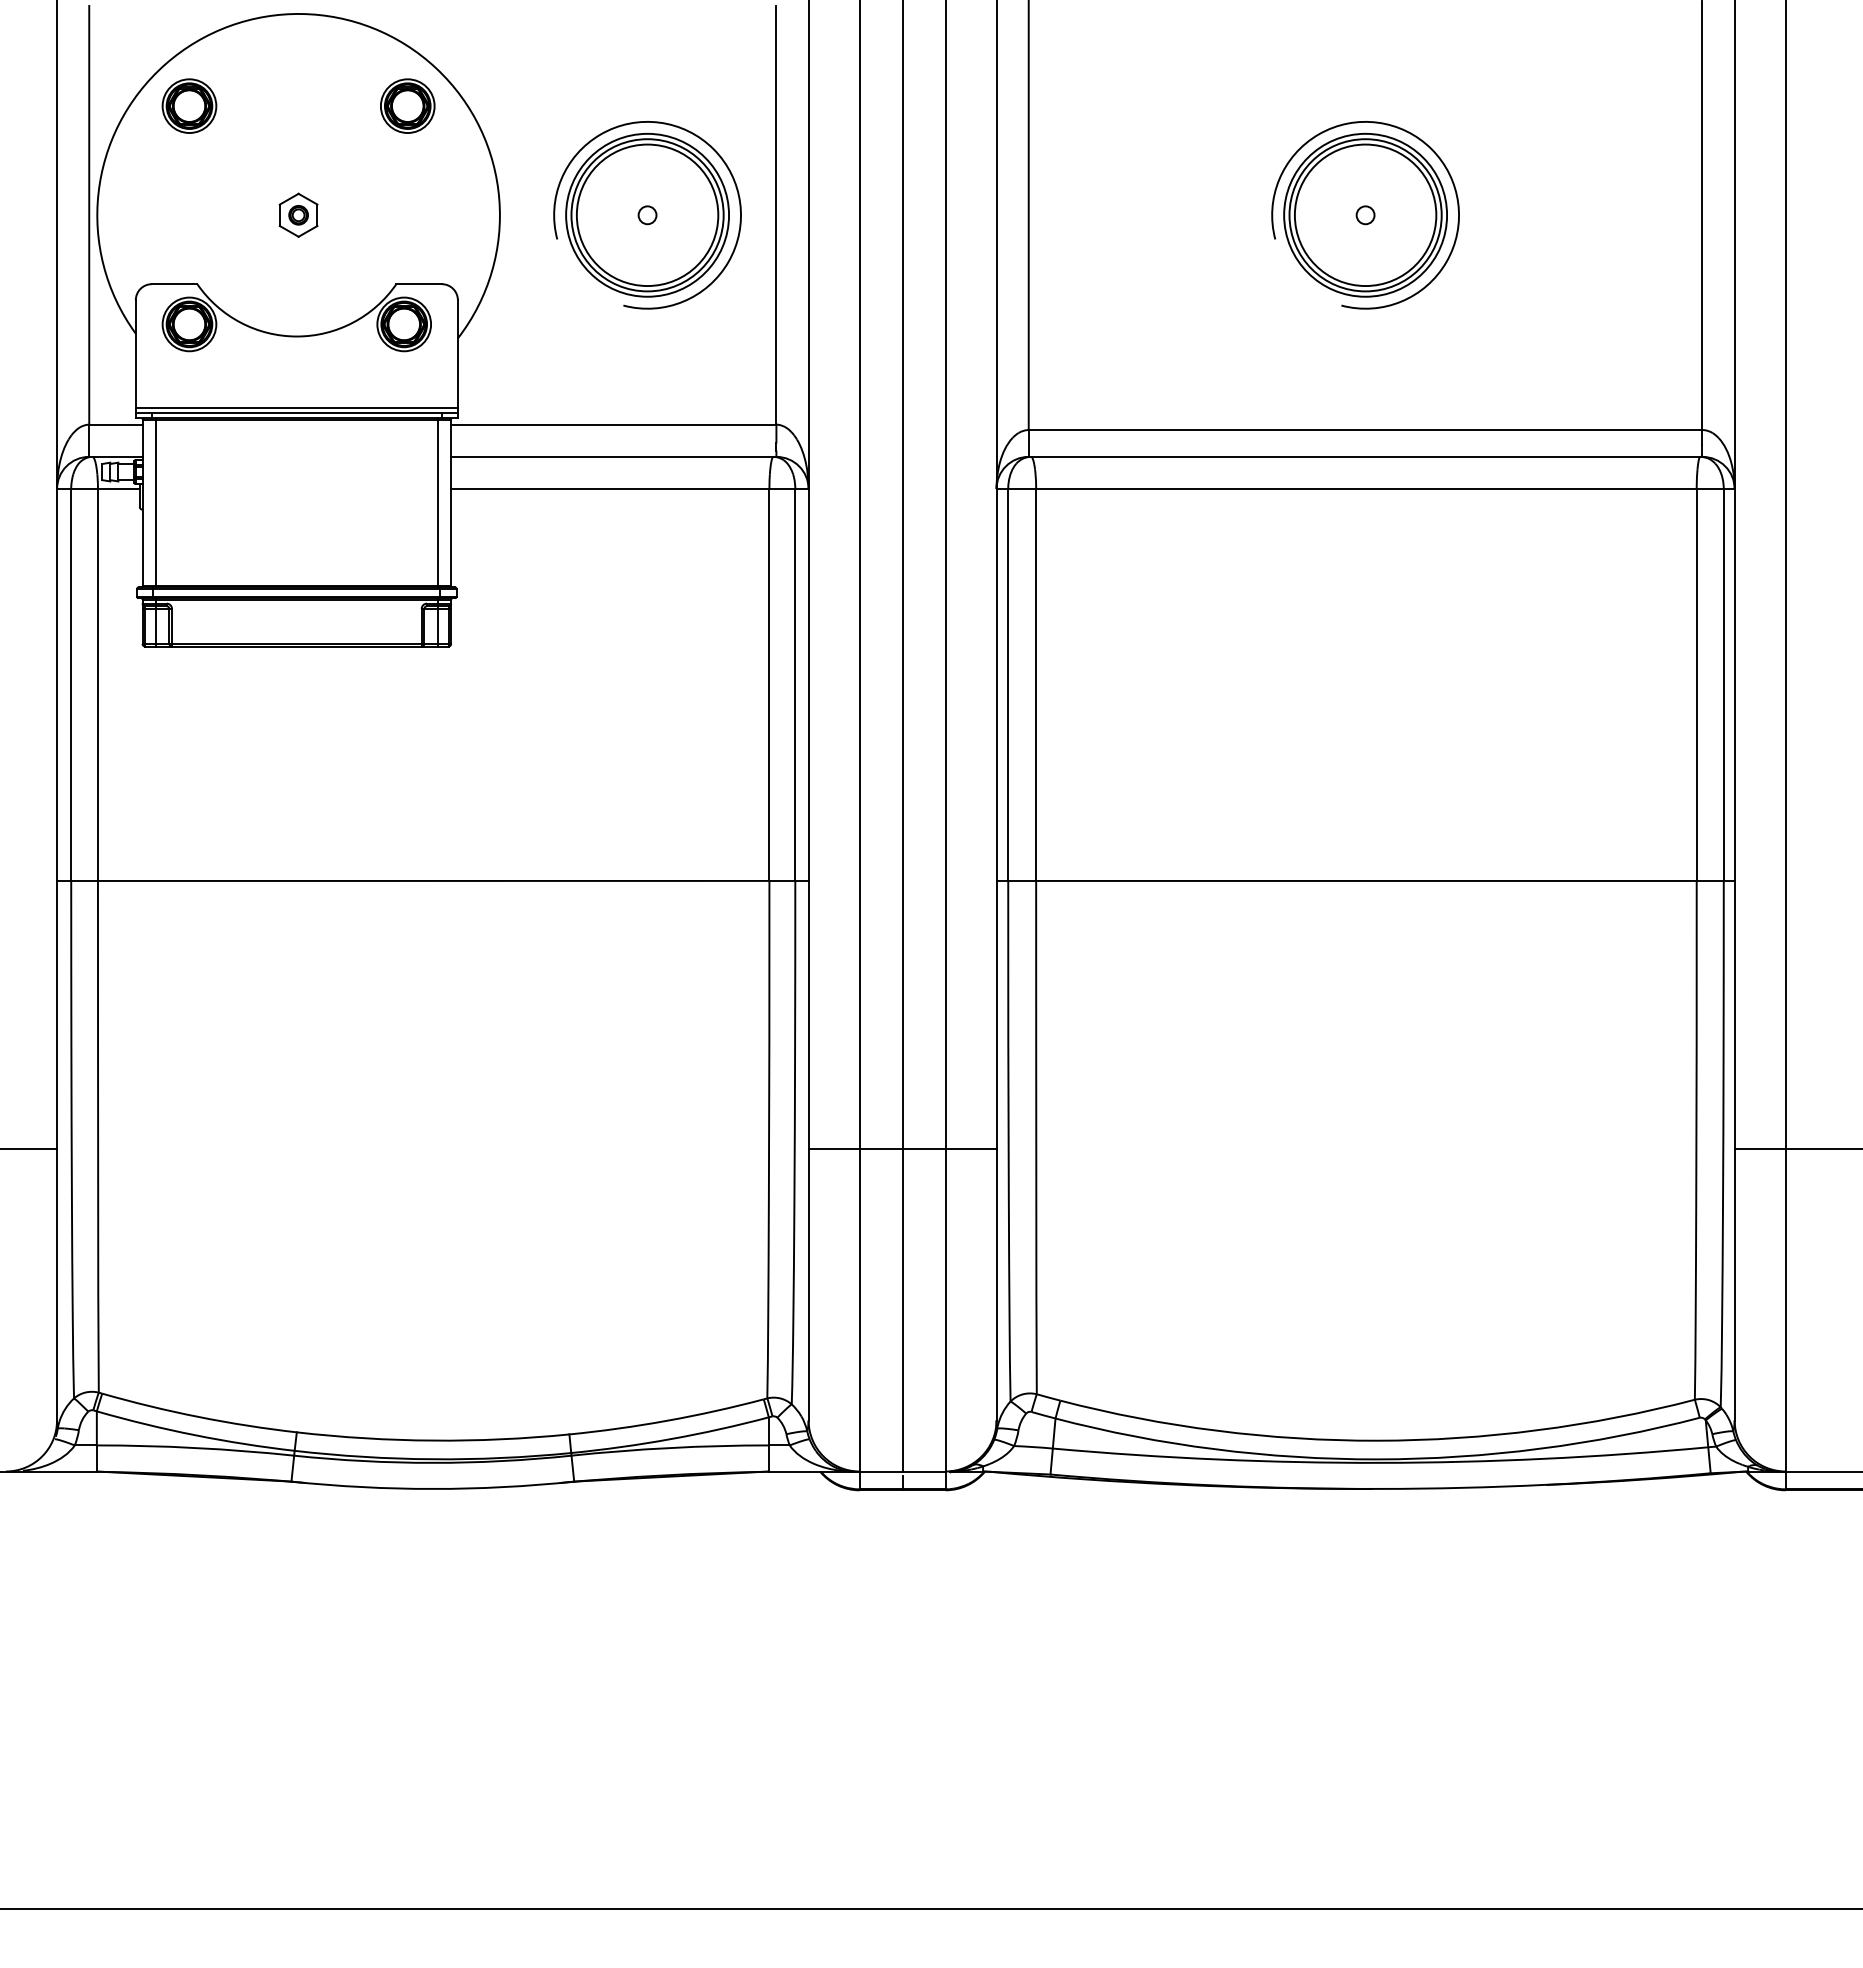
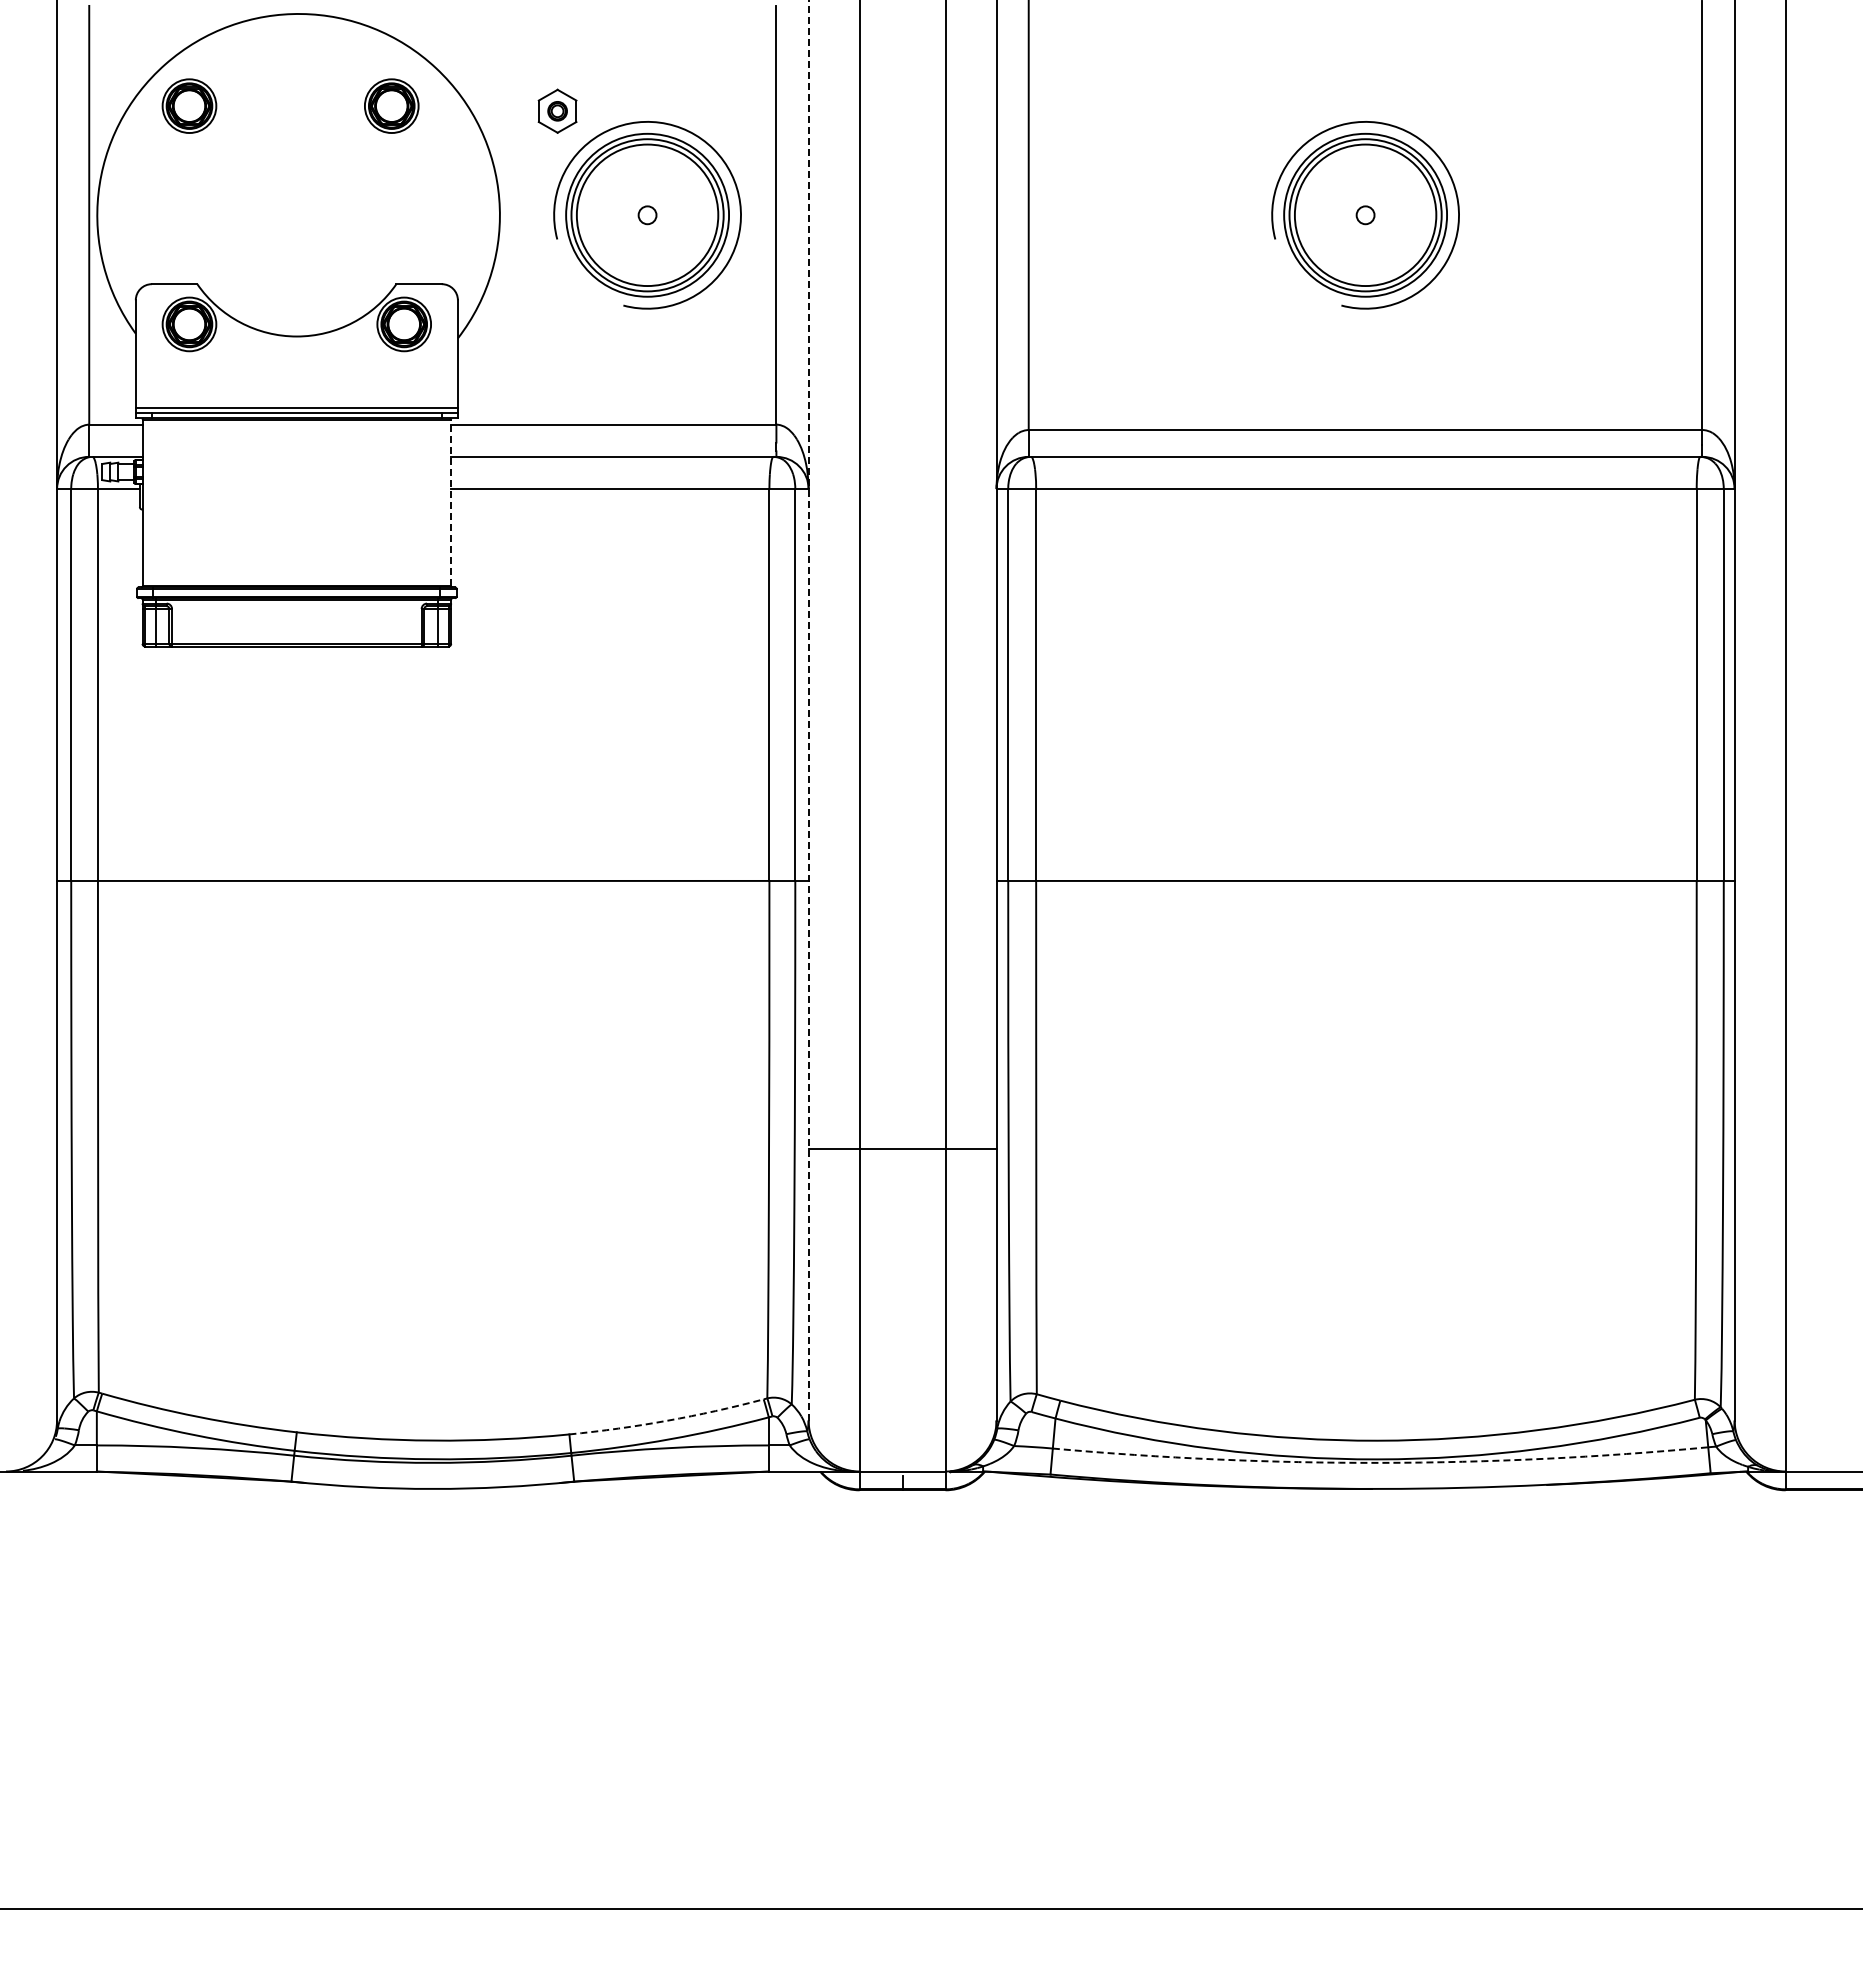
part at (407, 105) position: (407, 105) -> (391, 105)
part at (298, 214) position: (298, 214) -> (557, 110)
line at (155, 502): present -> none
line at (437, 502): present -> none
line at (451, 502): solid -> dashed
line at (808, 710): solid -> dashed
line at (902, 736): present -> none
line at (29, 1149): present -> none
line at (1796, 1149): present -> none
arc at (667, 1420): solid -> dashed
arc at (1380, 1462): solid -> dashed
